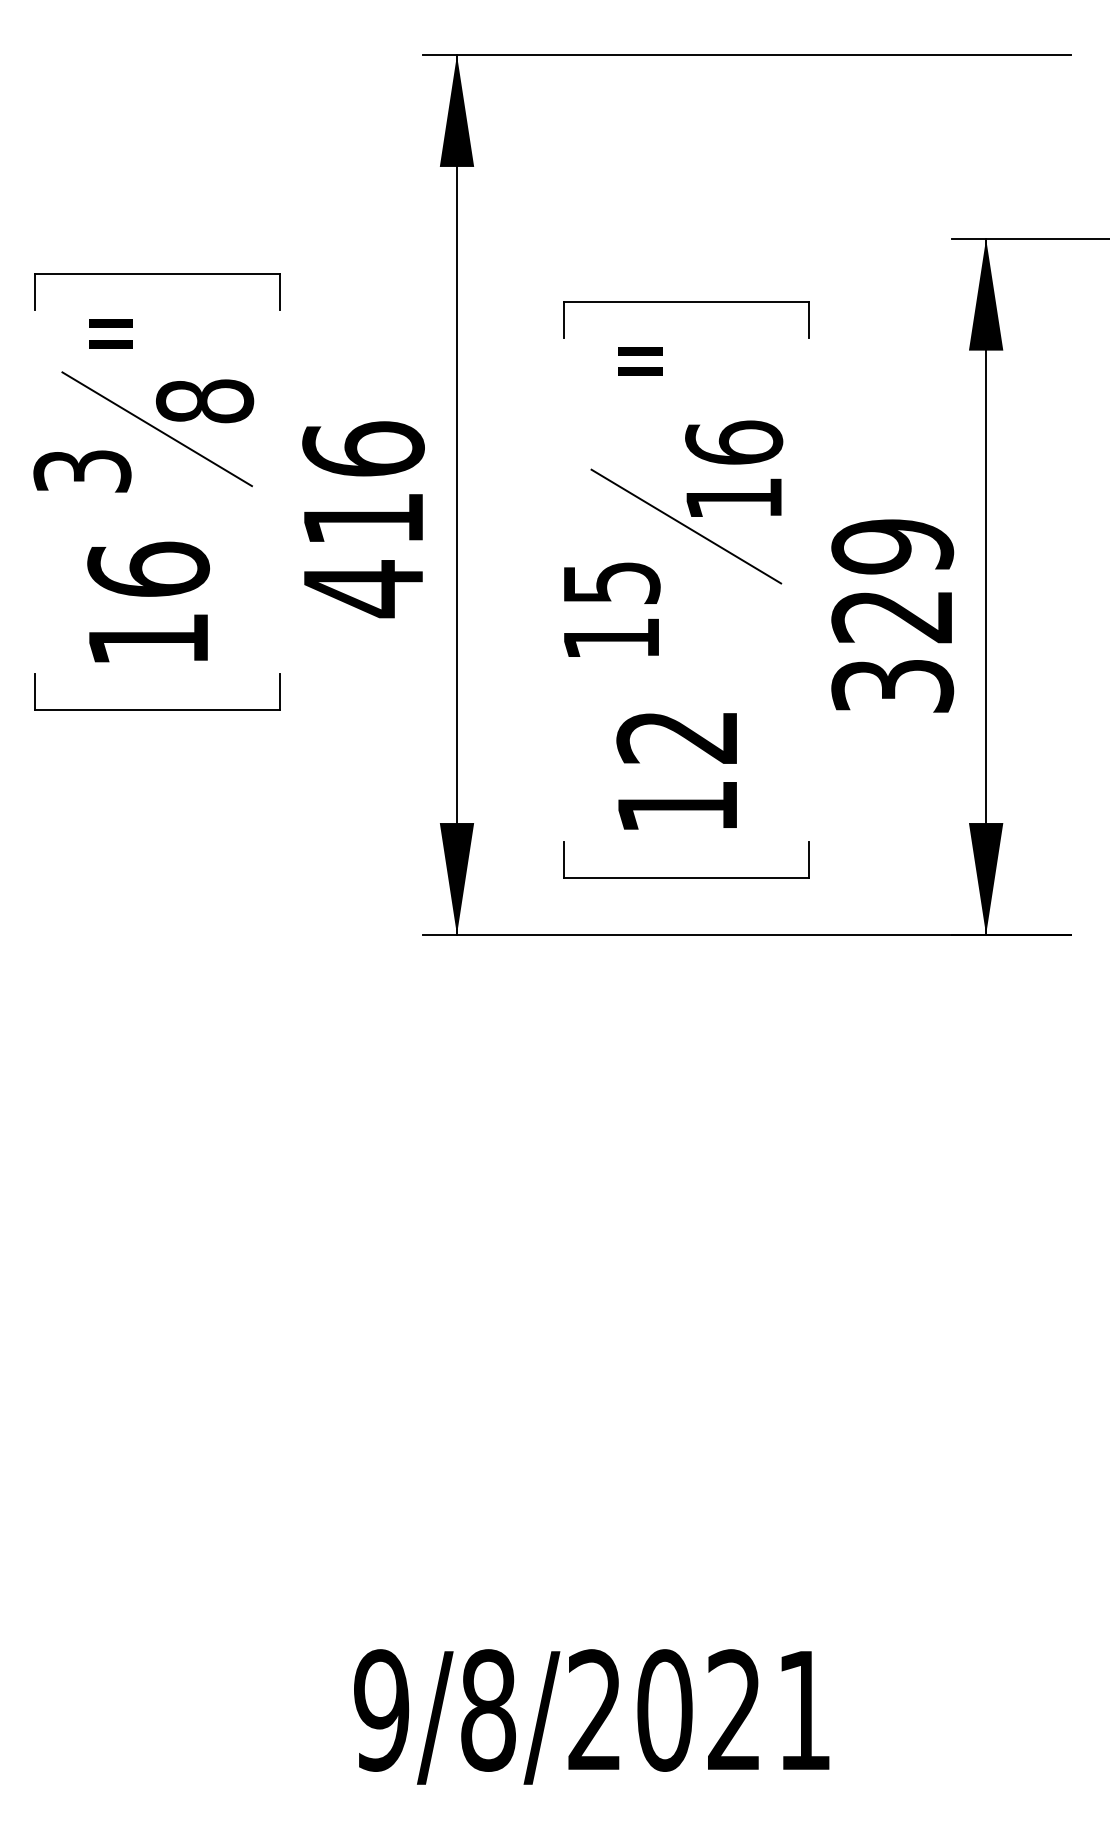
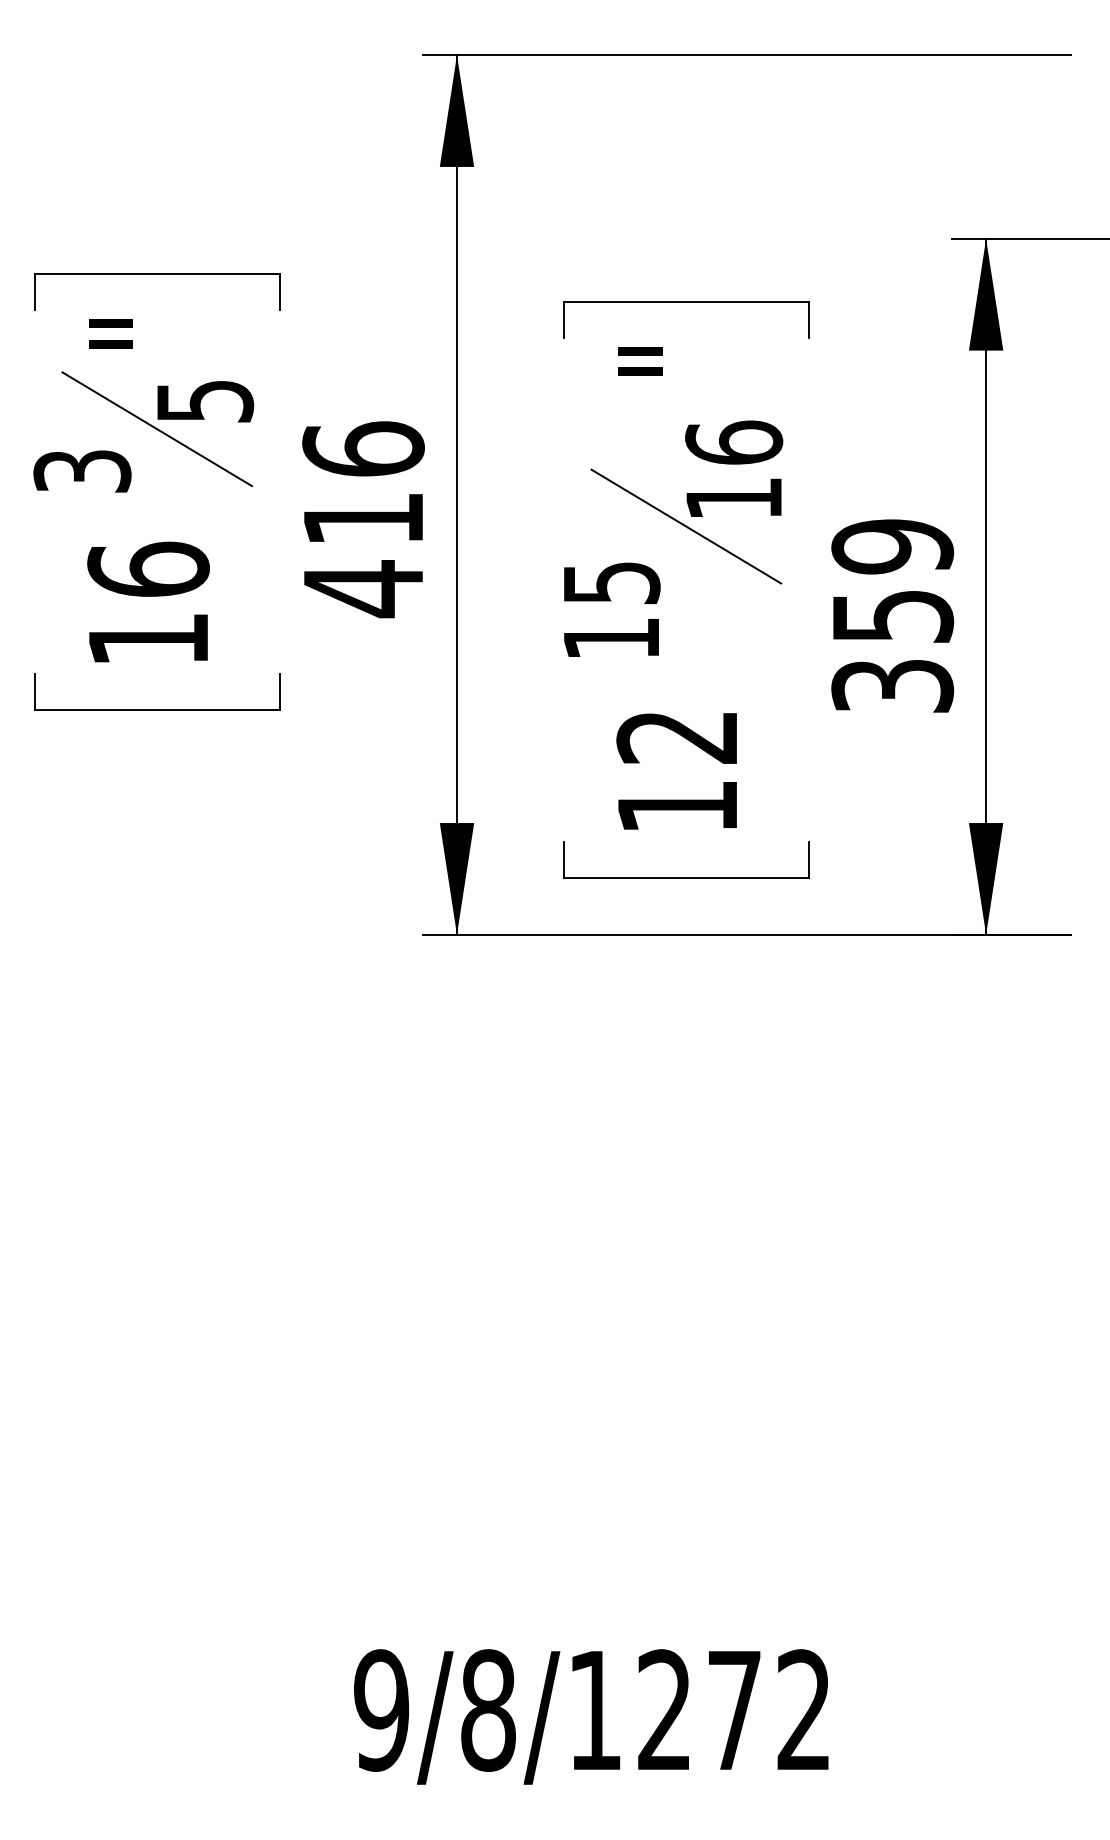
text at (205, 401): 8 -> 5
text at (892, 617): 329 -> 359
text at (698, 1710): 9/8/2021 -> 9/8/1272
